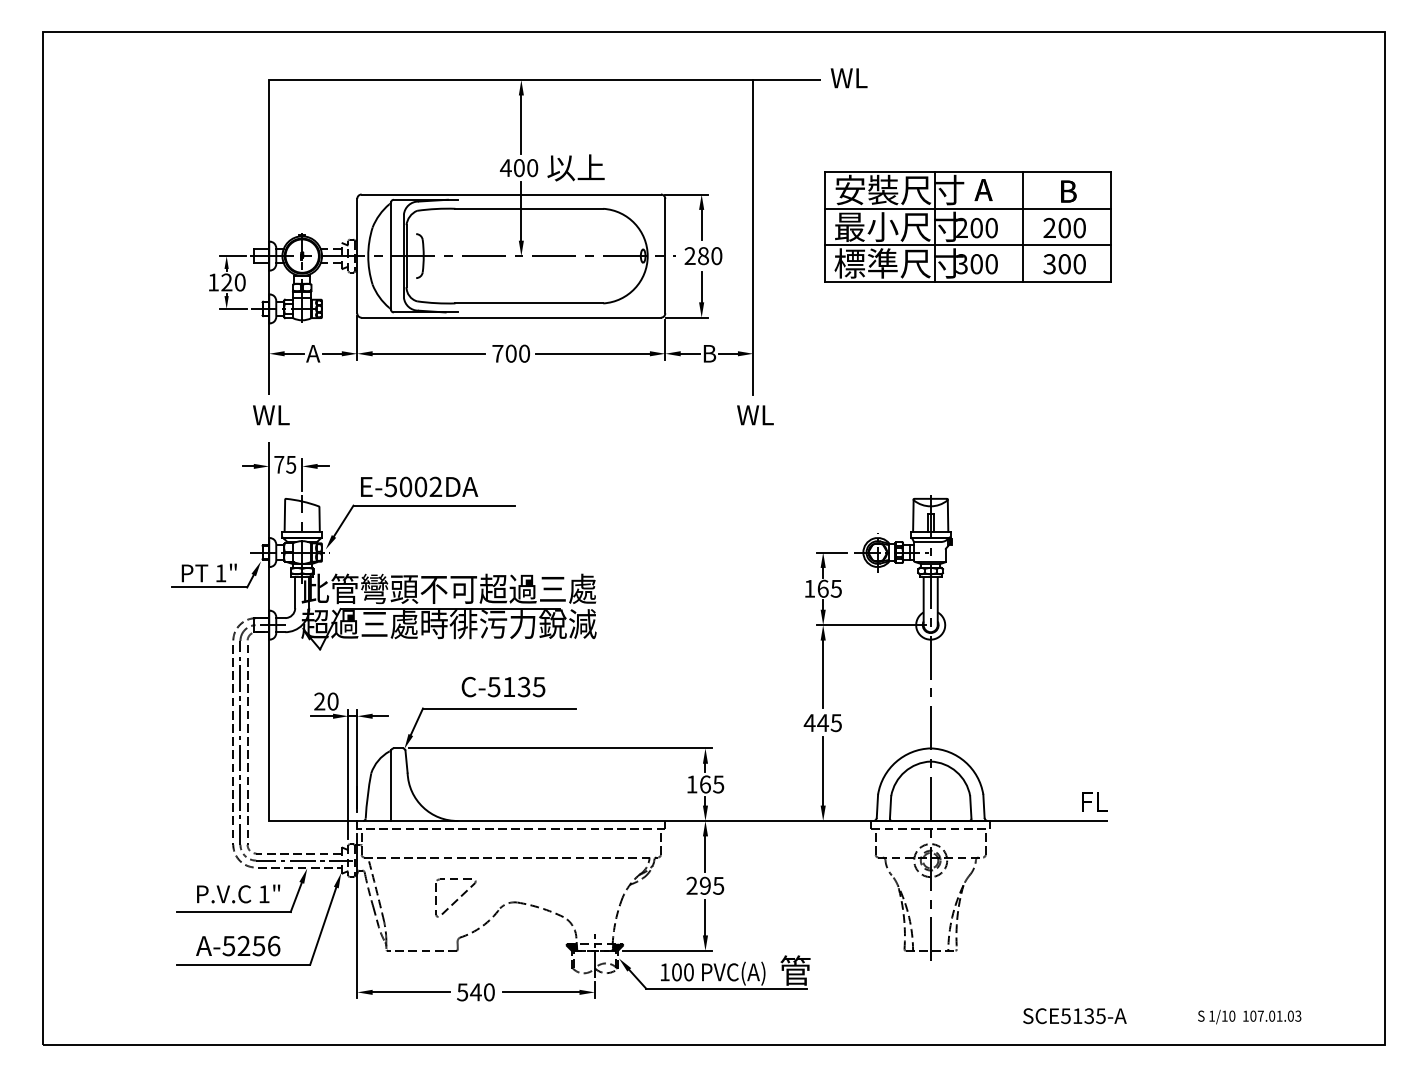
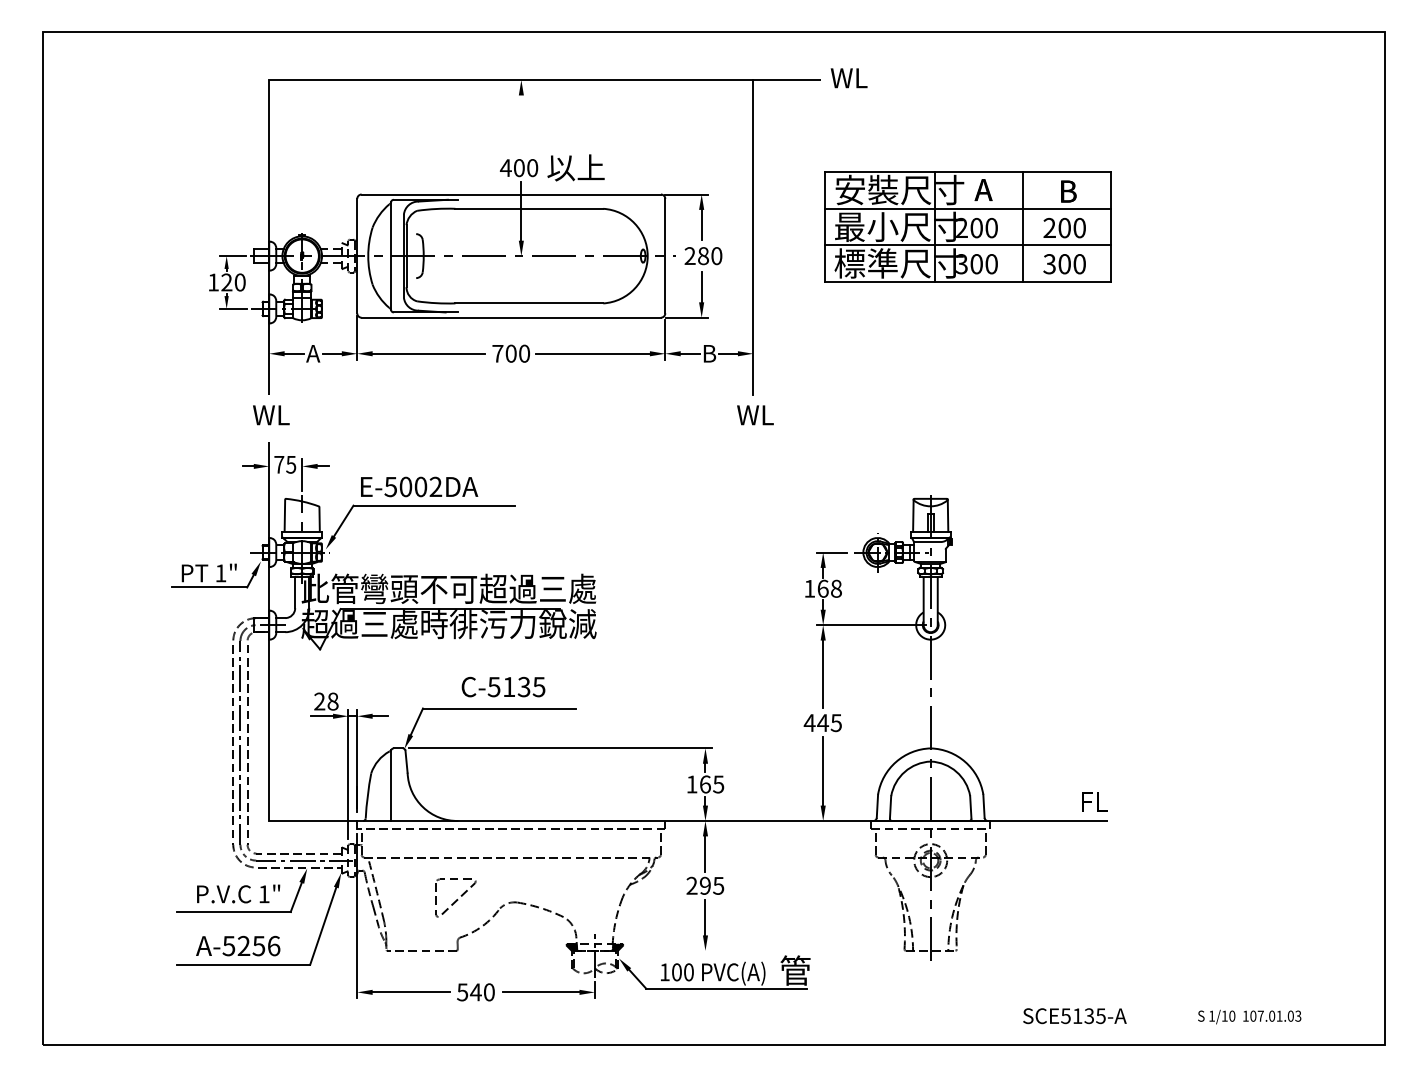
line at (521, 123): present -> none
text at (835, 588): 165 -> 168
text at (332, 701): 20 -> 28
line at (667, 950): present -> none
